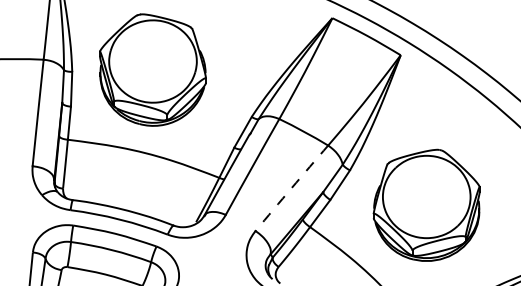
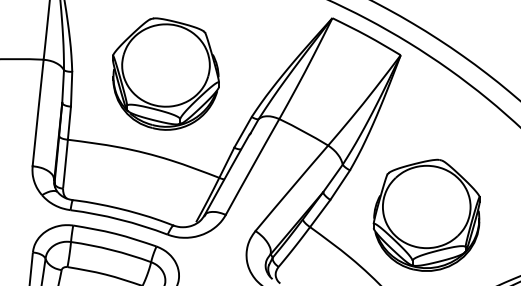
part at (152, 69) position: (152, 69) -> (165, 73)
arc at (291, 188): dashed -> solid
part at (426, 204) position: (426, 204) -> (426, 214)
